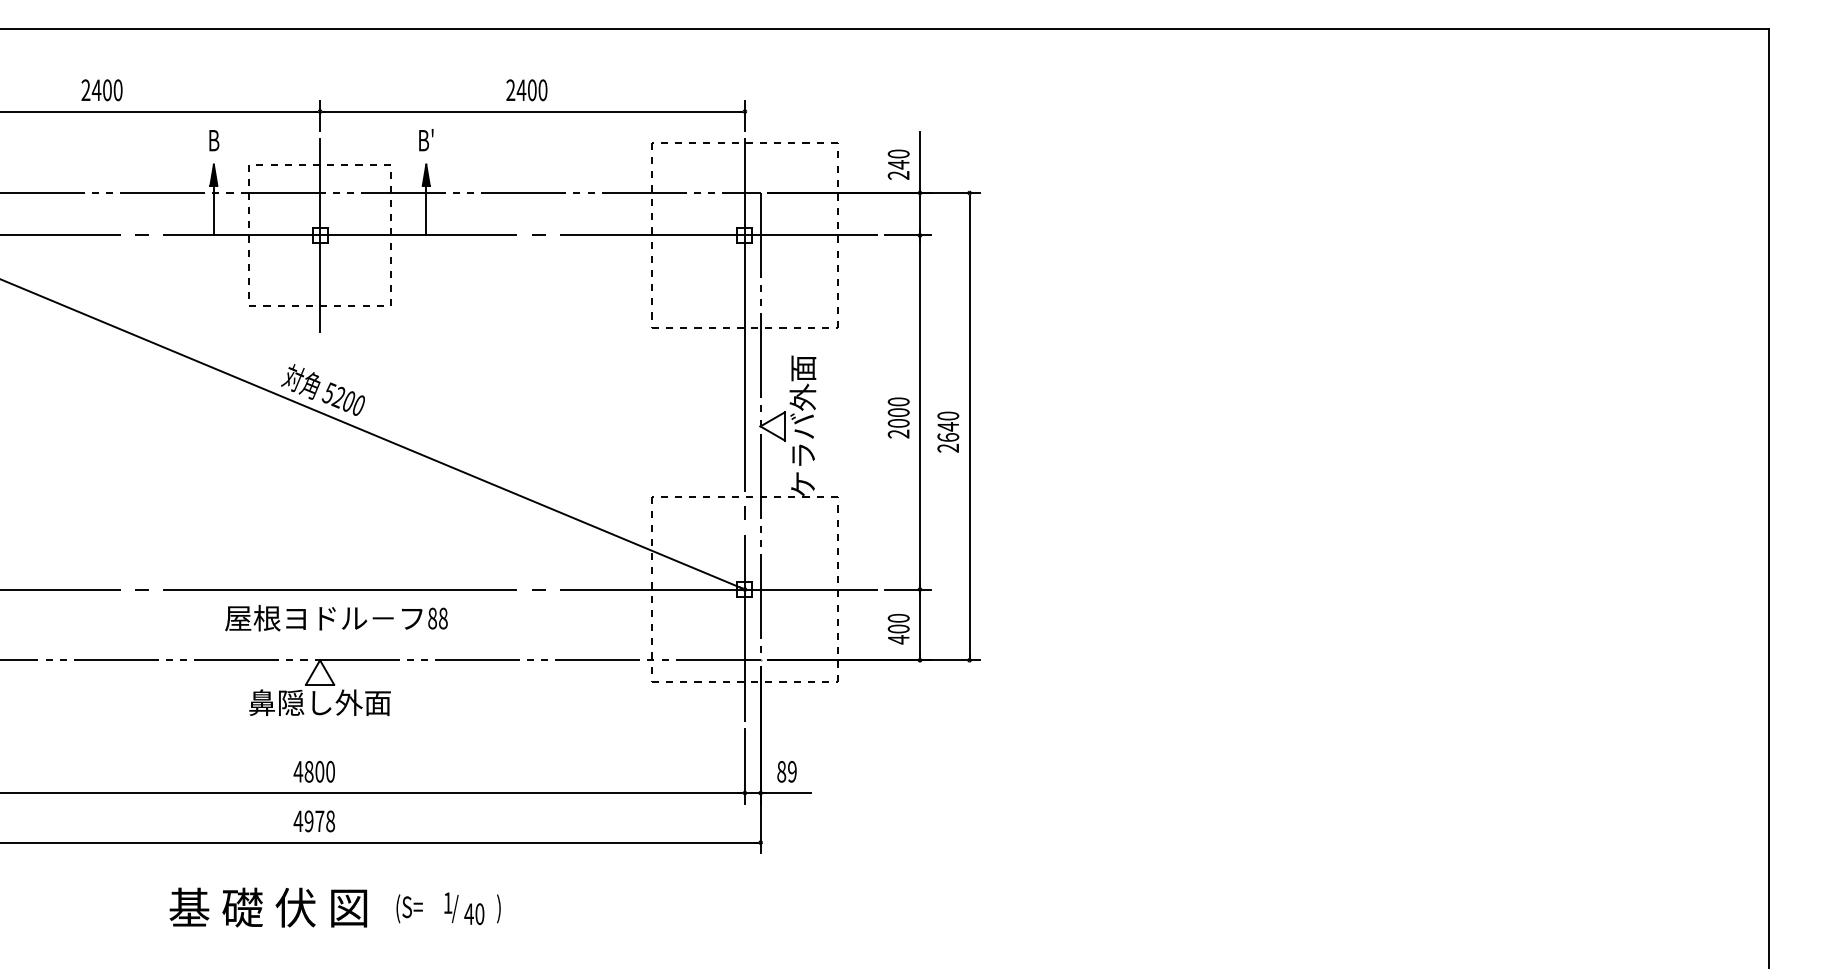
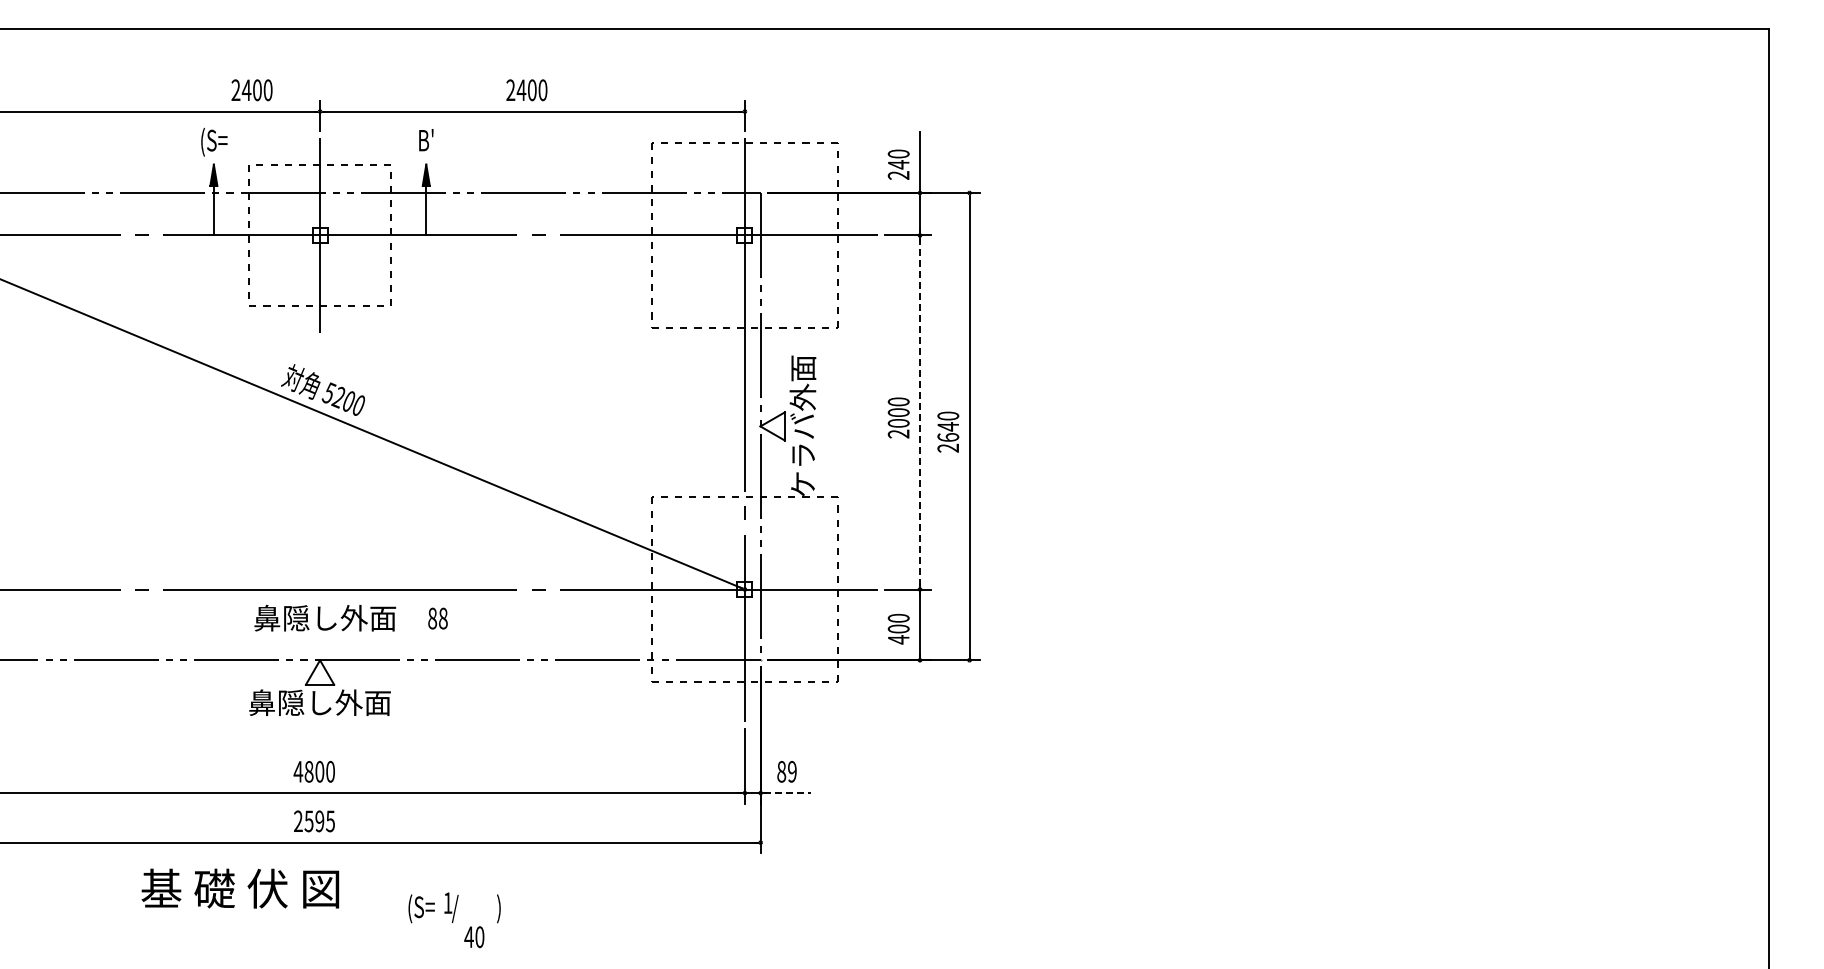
text at (101, 90) position: (101, 90) -> (251, 90)
text at (214, 141): B -> (S=
line at (920, 411): solid -> dashed
text at (323, 617): 屋根ヨドル－フ -> 鼻隠し外面
line at (787, 793): solid -> dashed
text at (314, 821): 4978 -> 2595
text at (268, 907) position: (268, 907) -> (240, 888)
text at (409, 908) position: (409, 908) -> (421, 908)
text at (474, 914) position: (474, 914) -> (474, 937)
